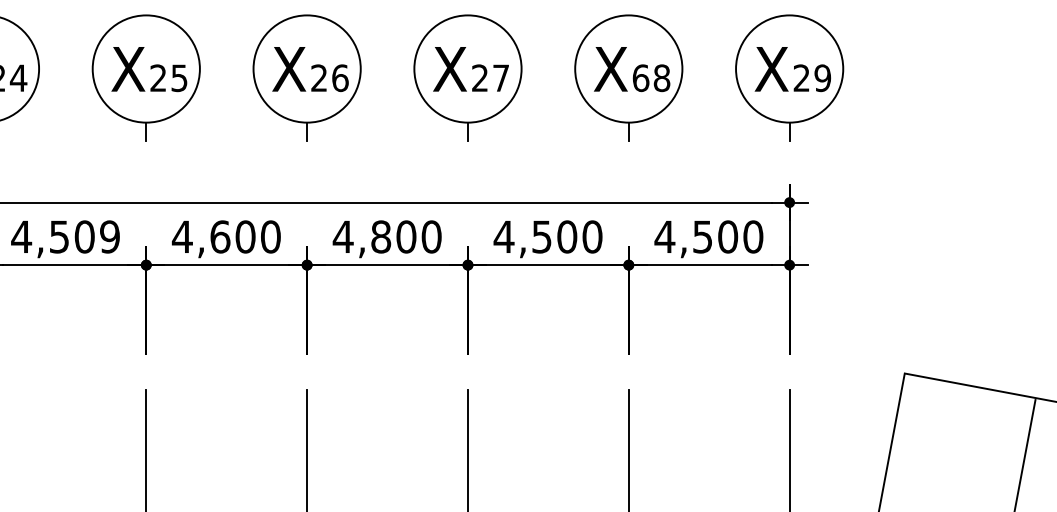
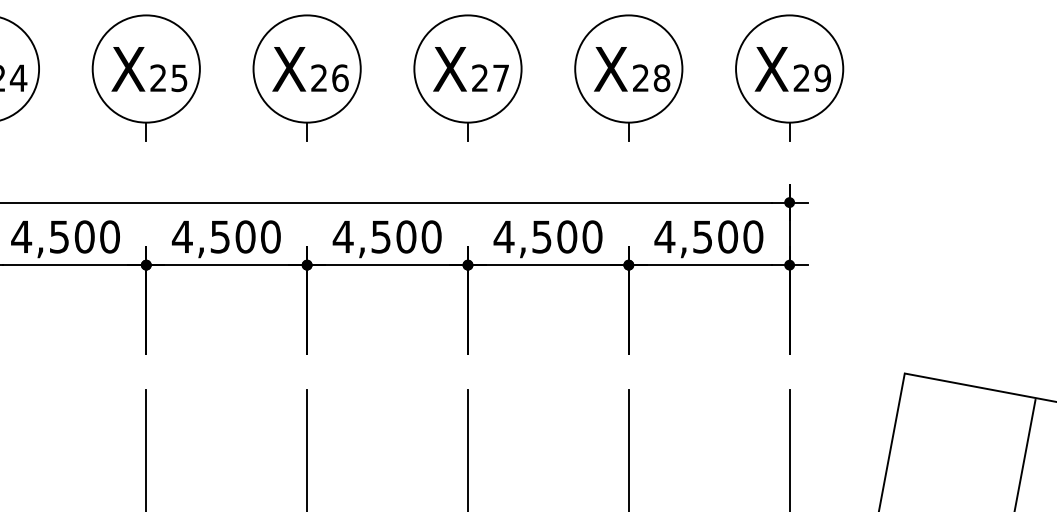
text at (640, 78): 68 -> 28
text at (109, 236): 4,509 -> 4,500
text at (220, 236): 4,600 -> 4,500
text at (381, 236): 4,800 -> 4,500
